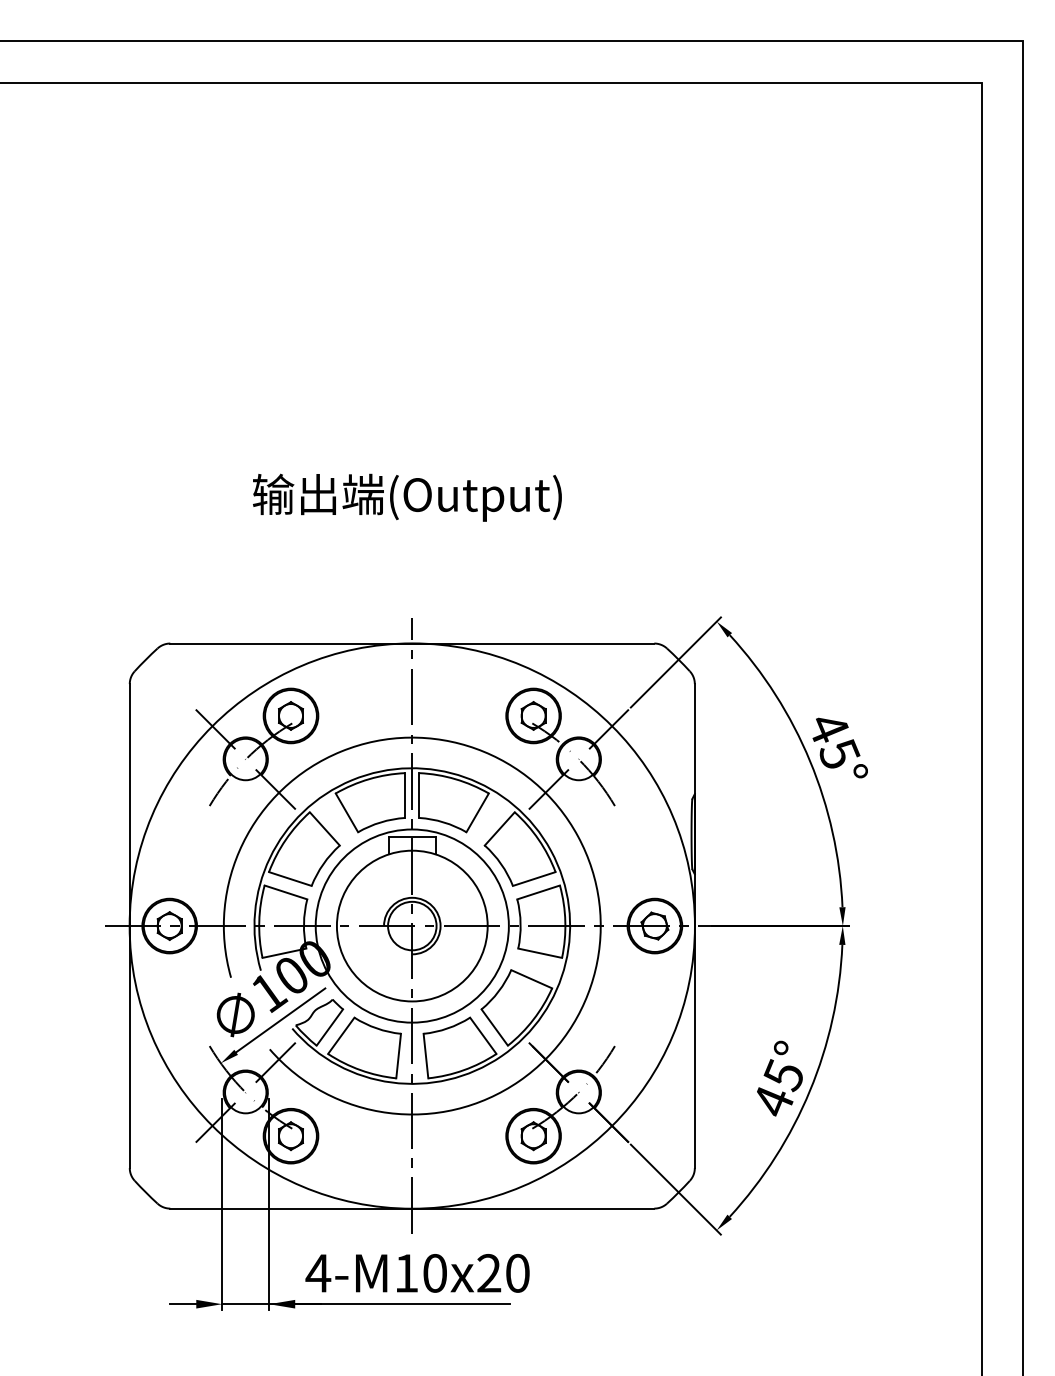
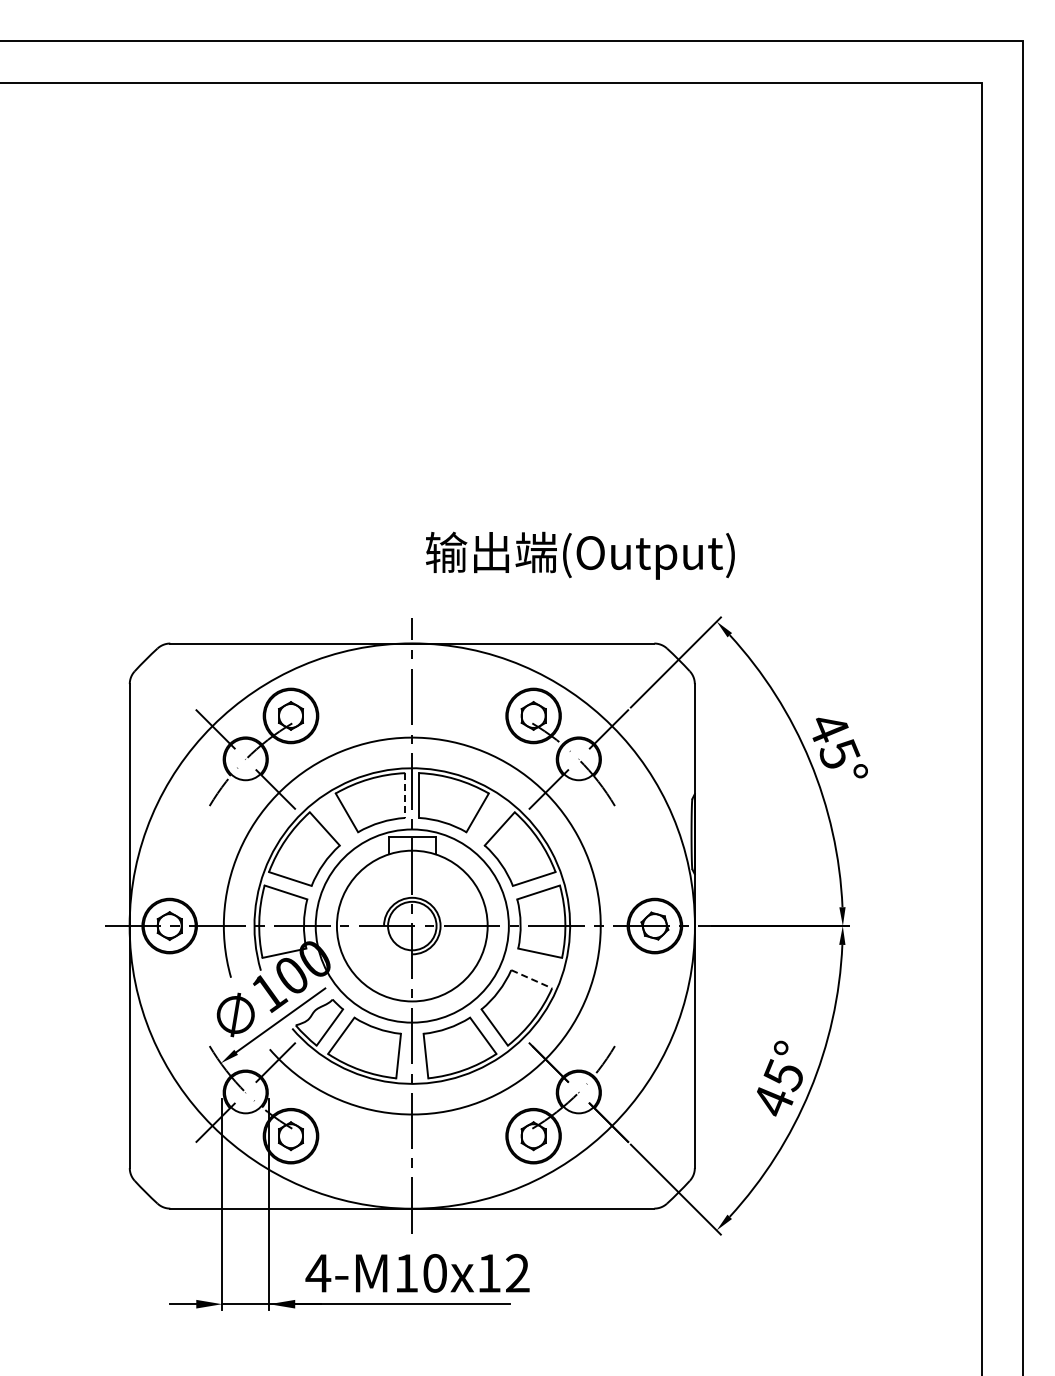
text at (407, 497) position: (407, 497) -> (580, 555)
line at (405, 796): solid -> dashed
line at (532, 979): solid -> dashed
text at (503, 1273): 4-M10x20 -> 4-M10x12
